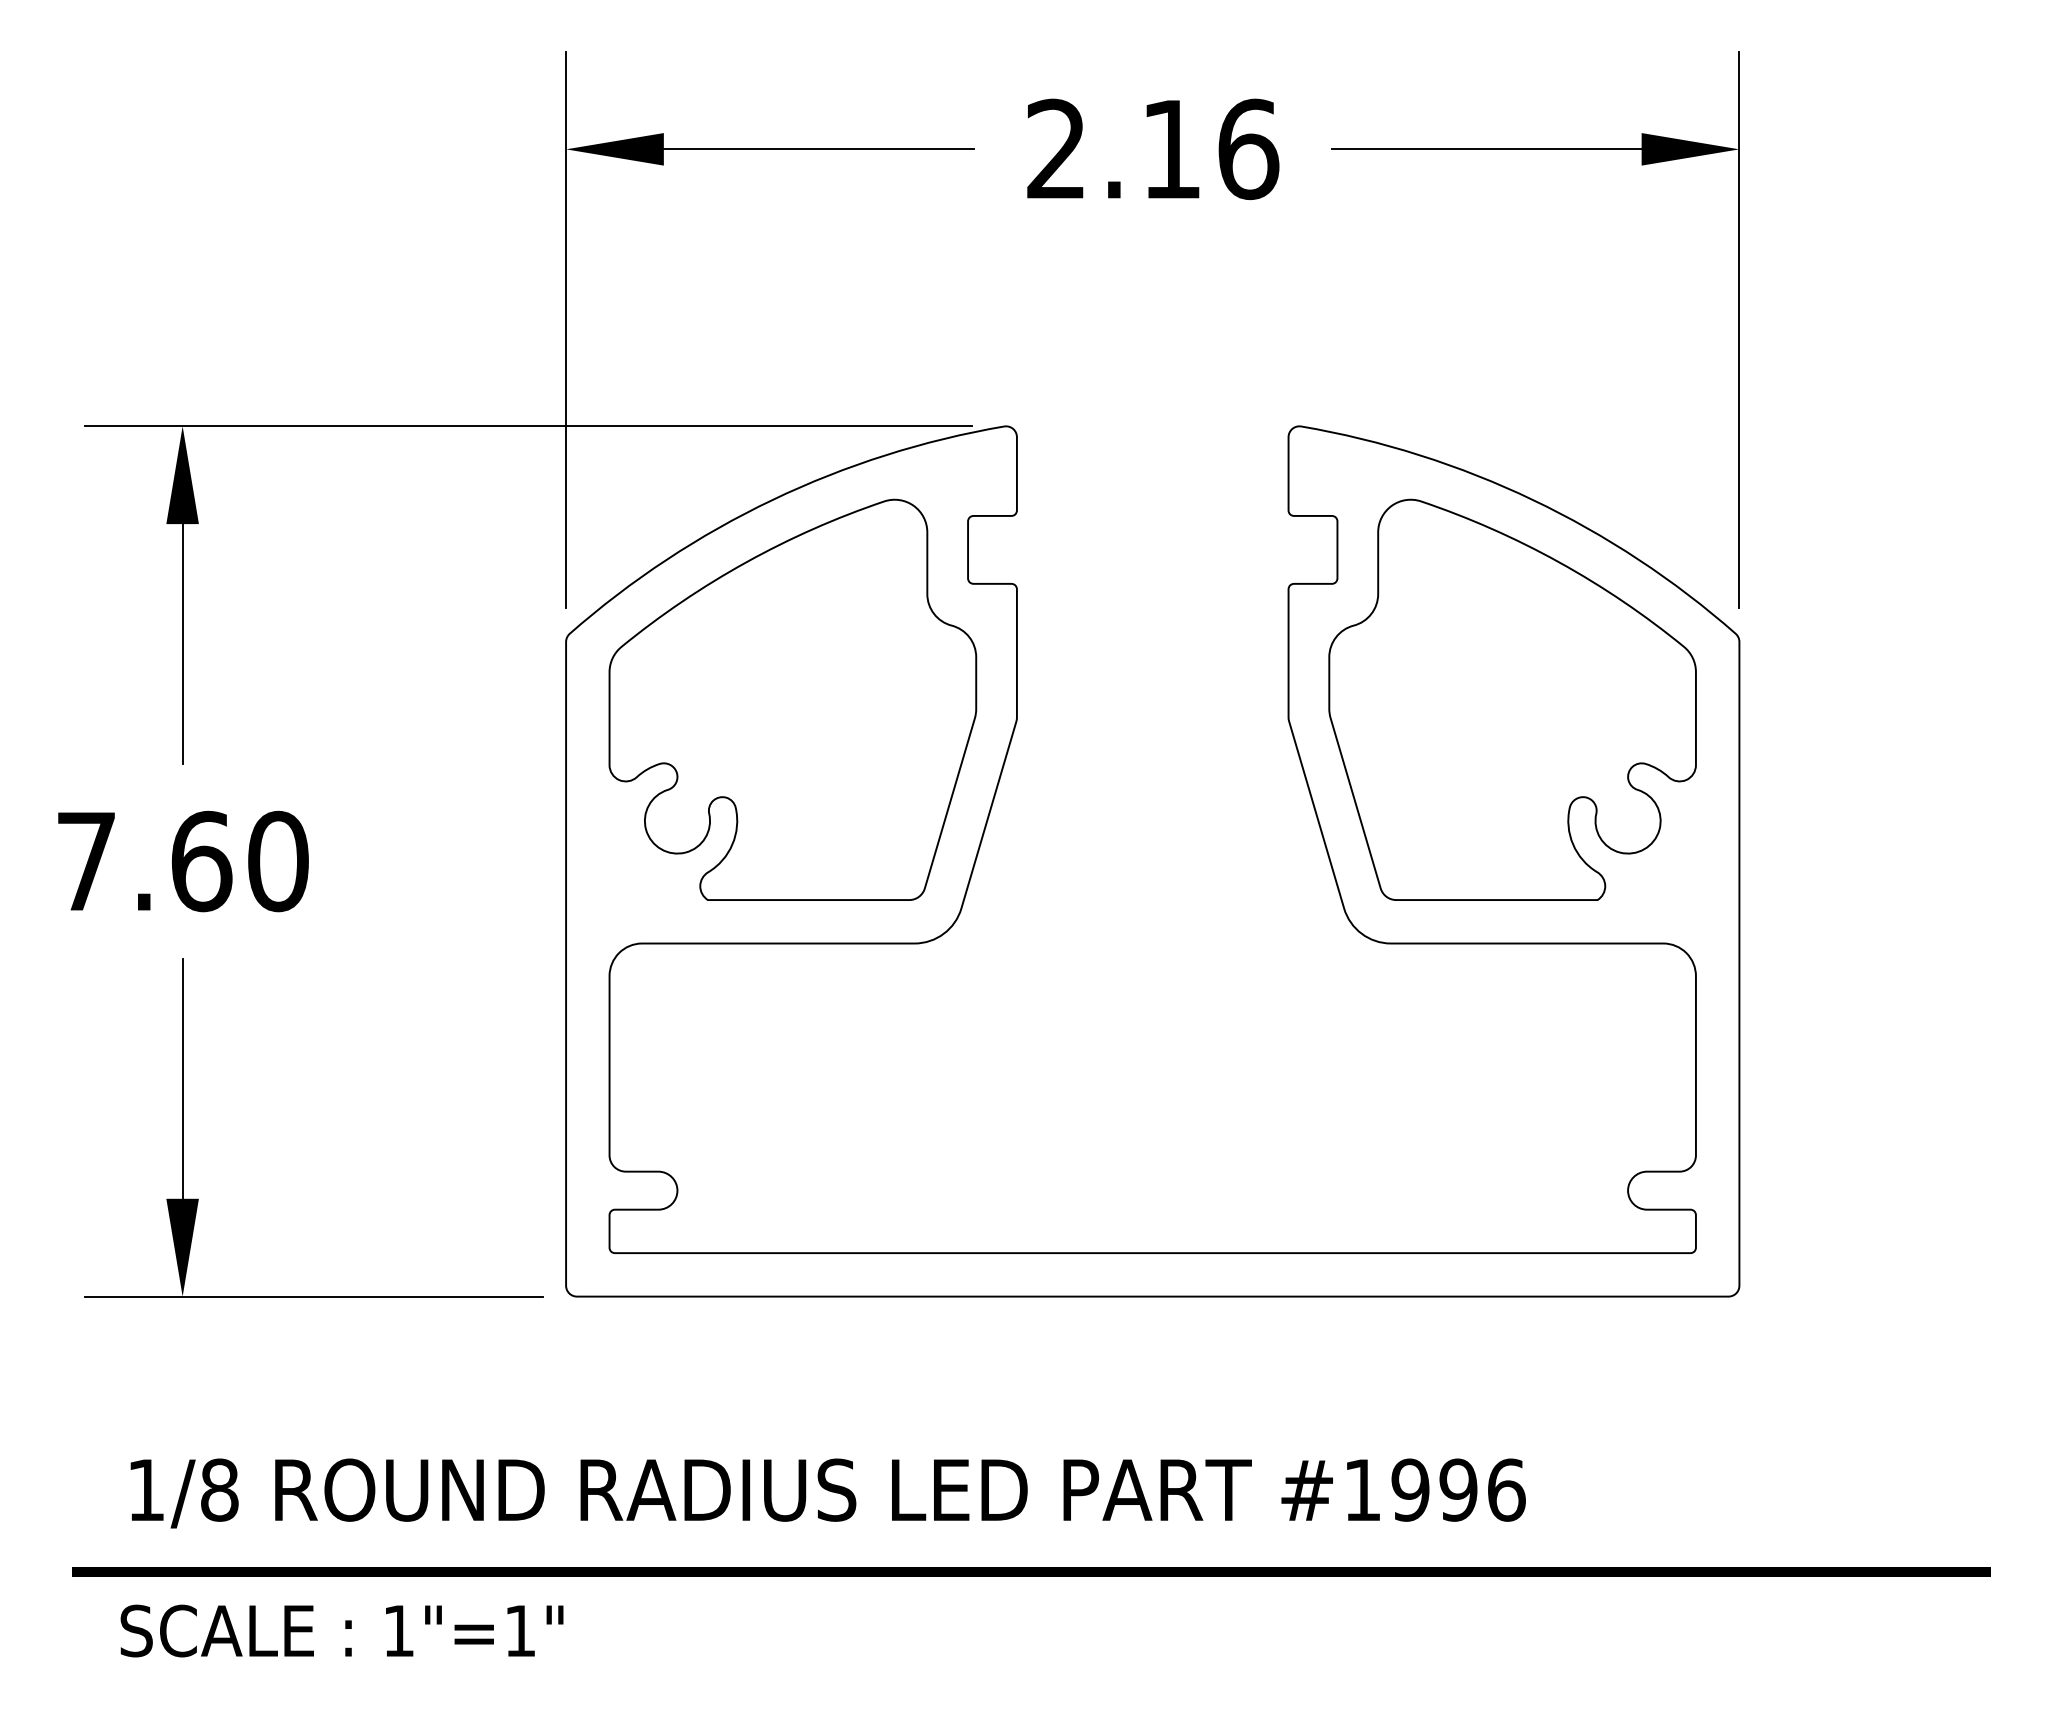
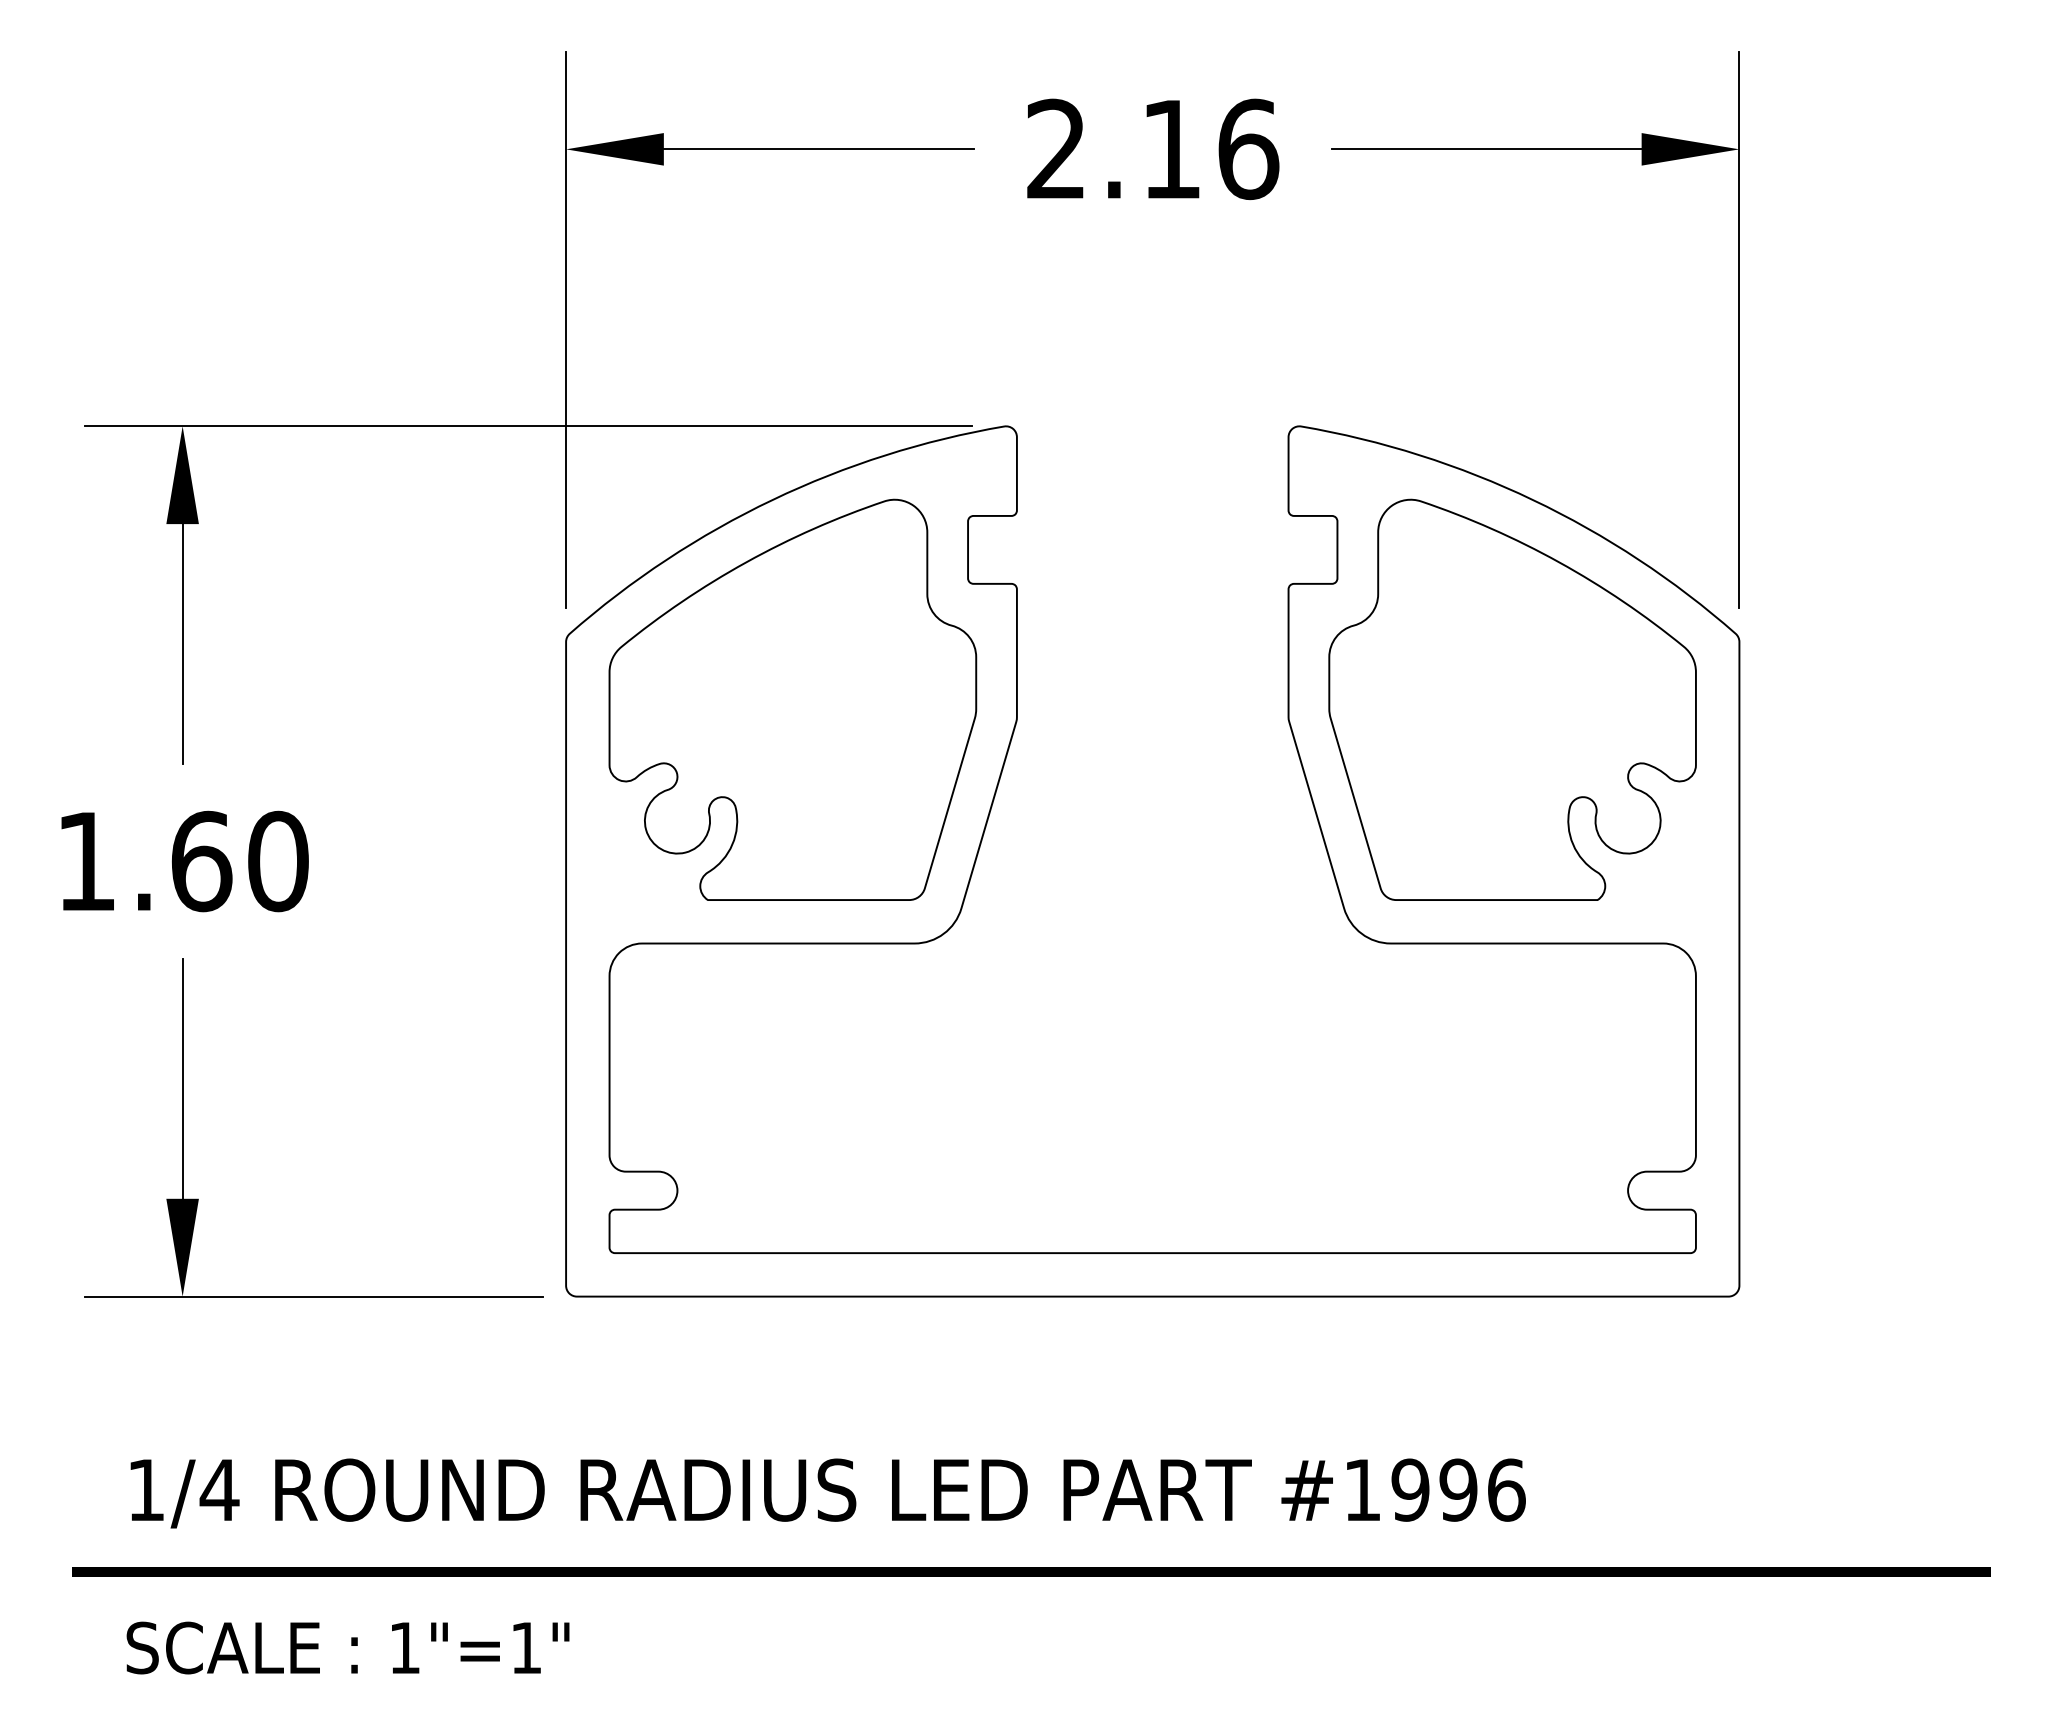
text at (86, 861): 7.60 -> 1.60
text at (219, 1489): 1/8 -> 1/4
text at (341, 1630) position: (341, 1630) -> (347, 1647)
